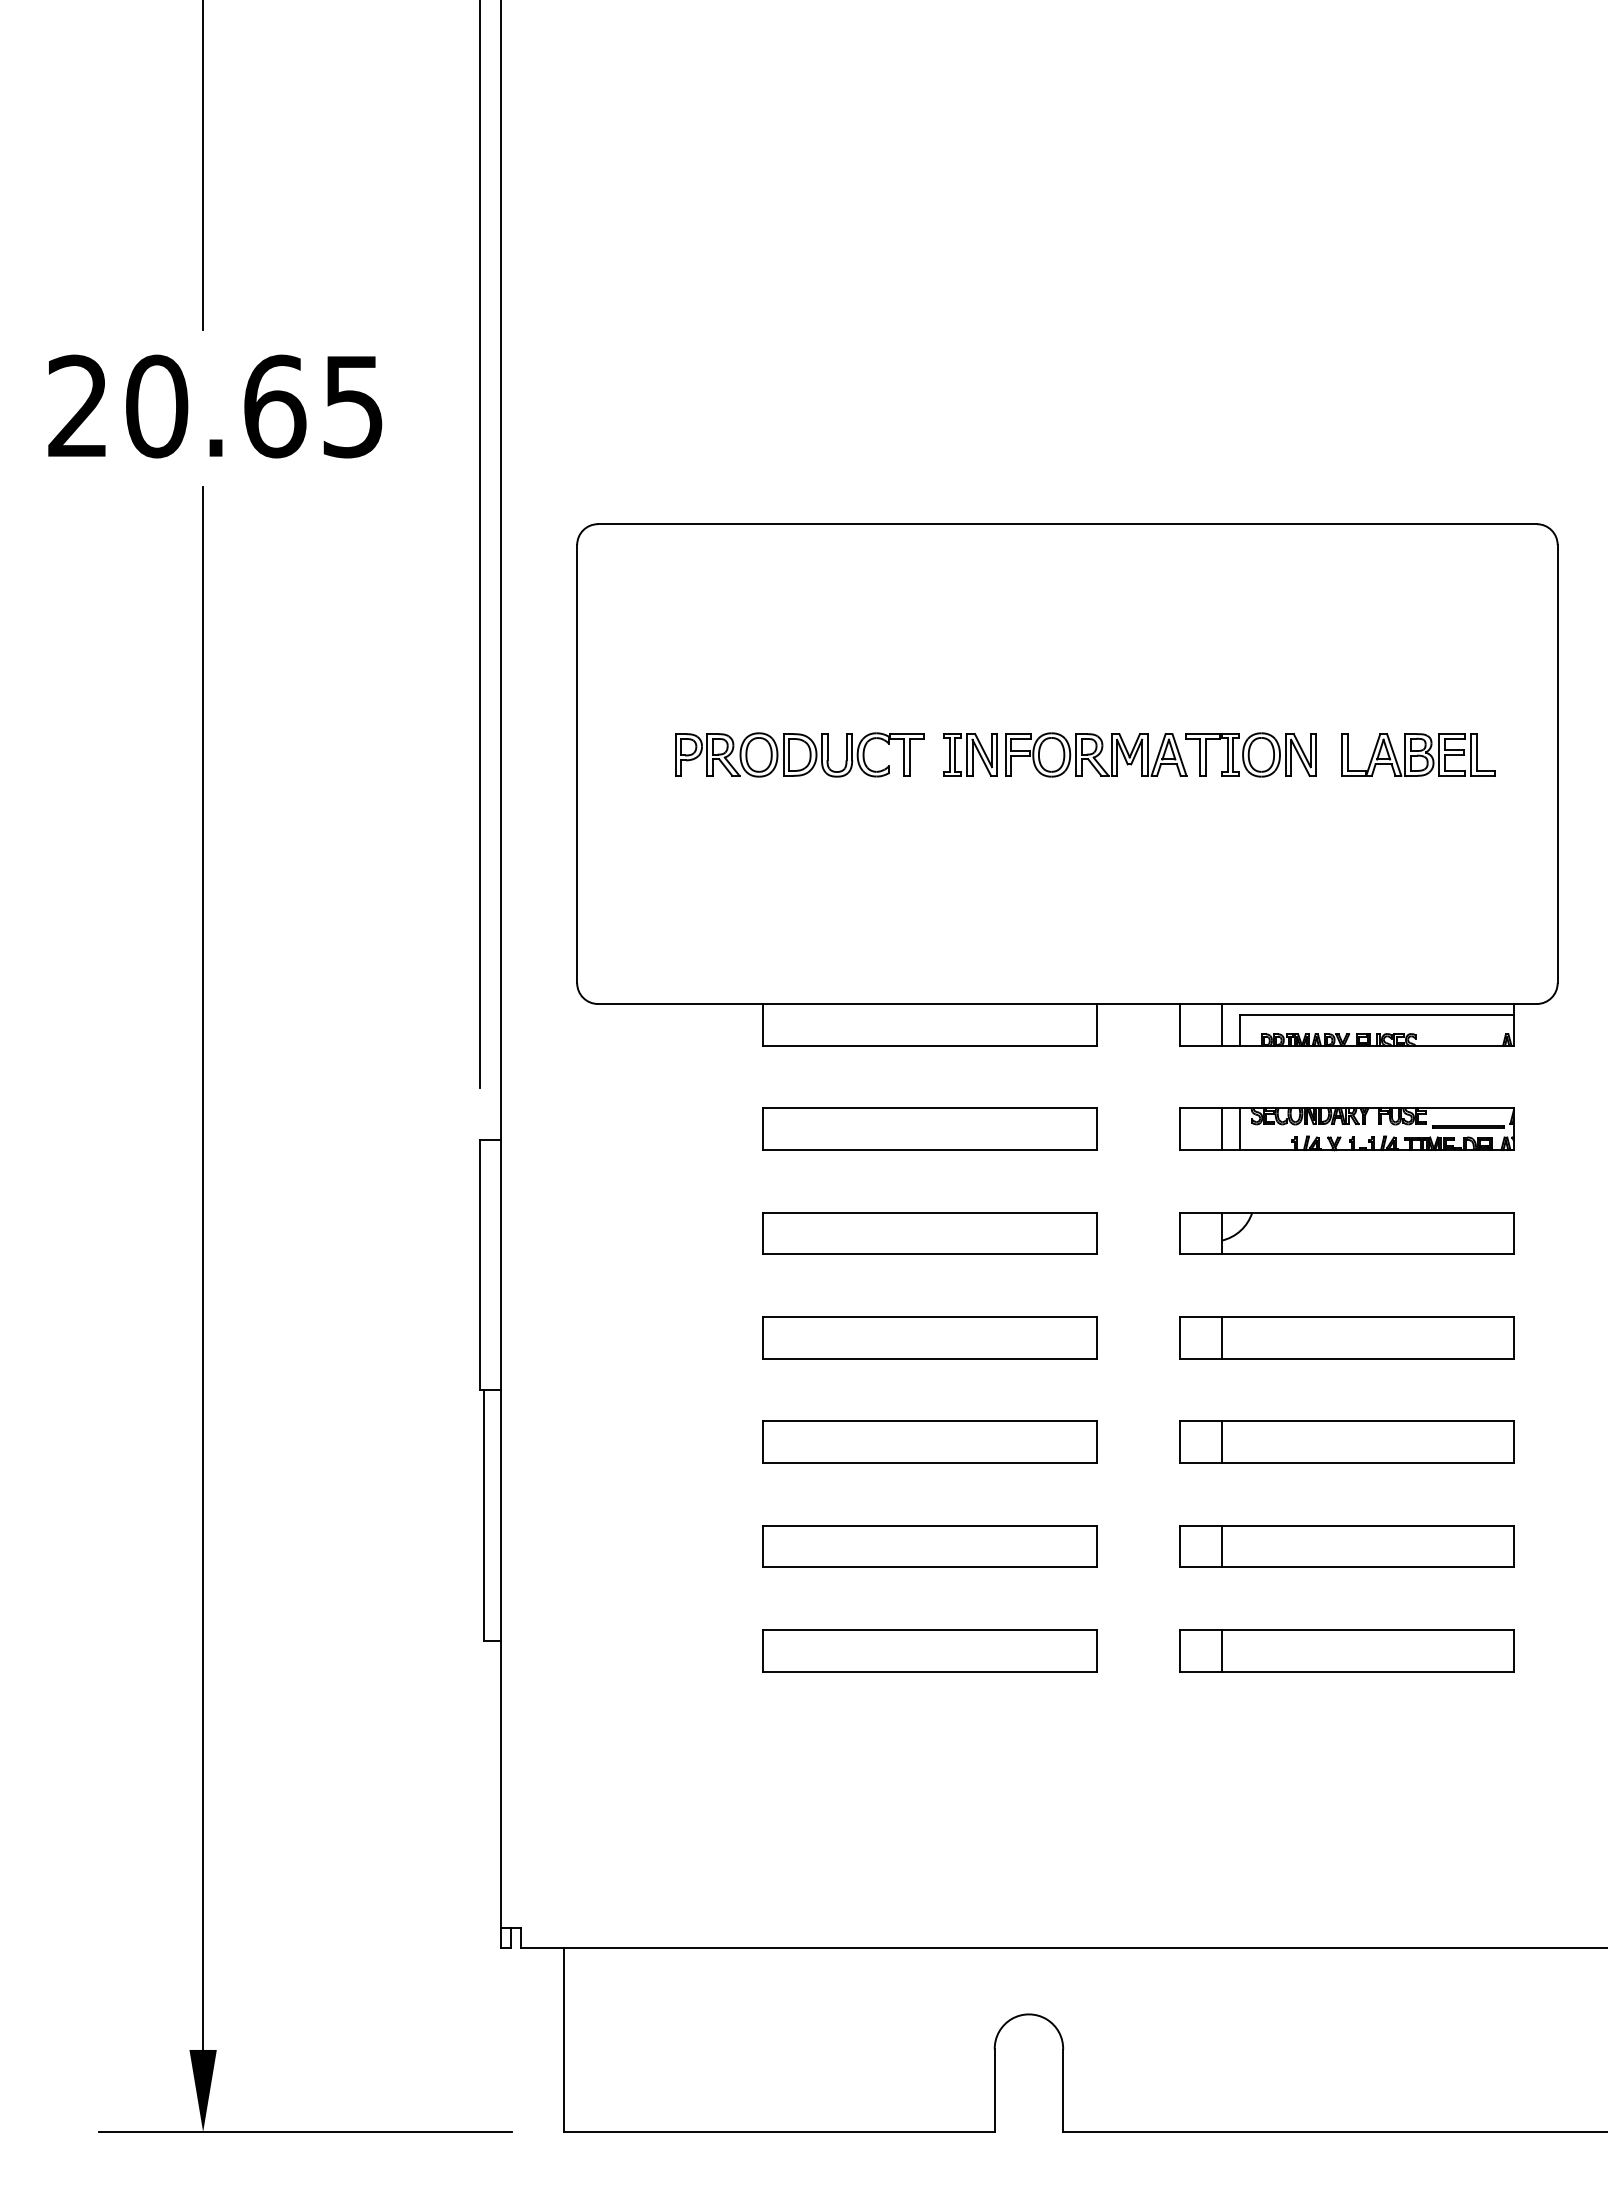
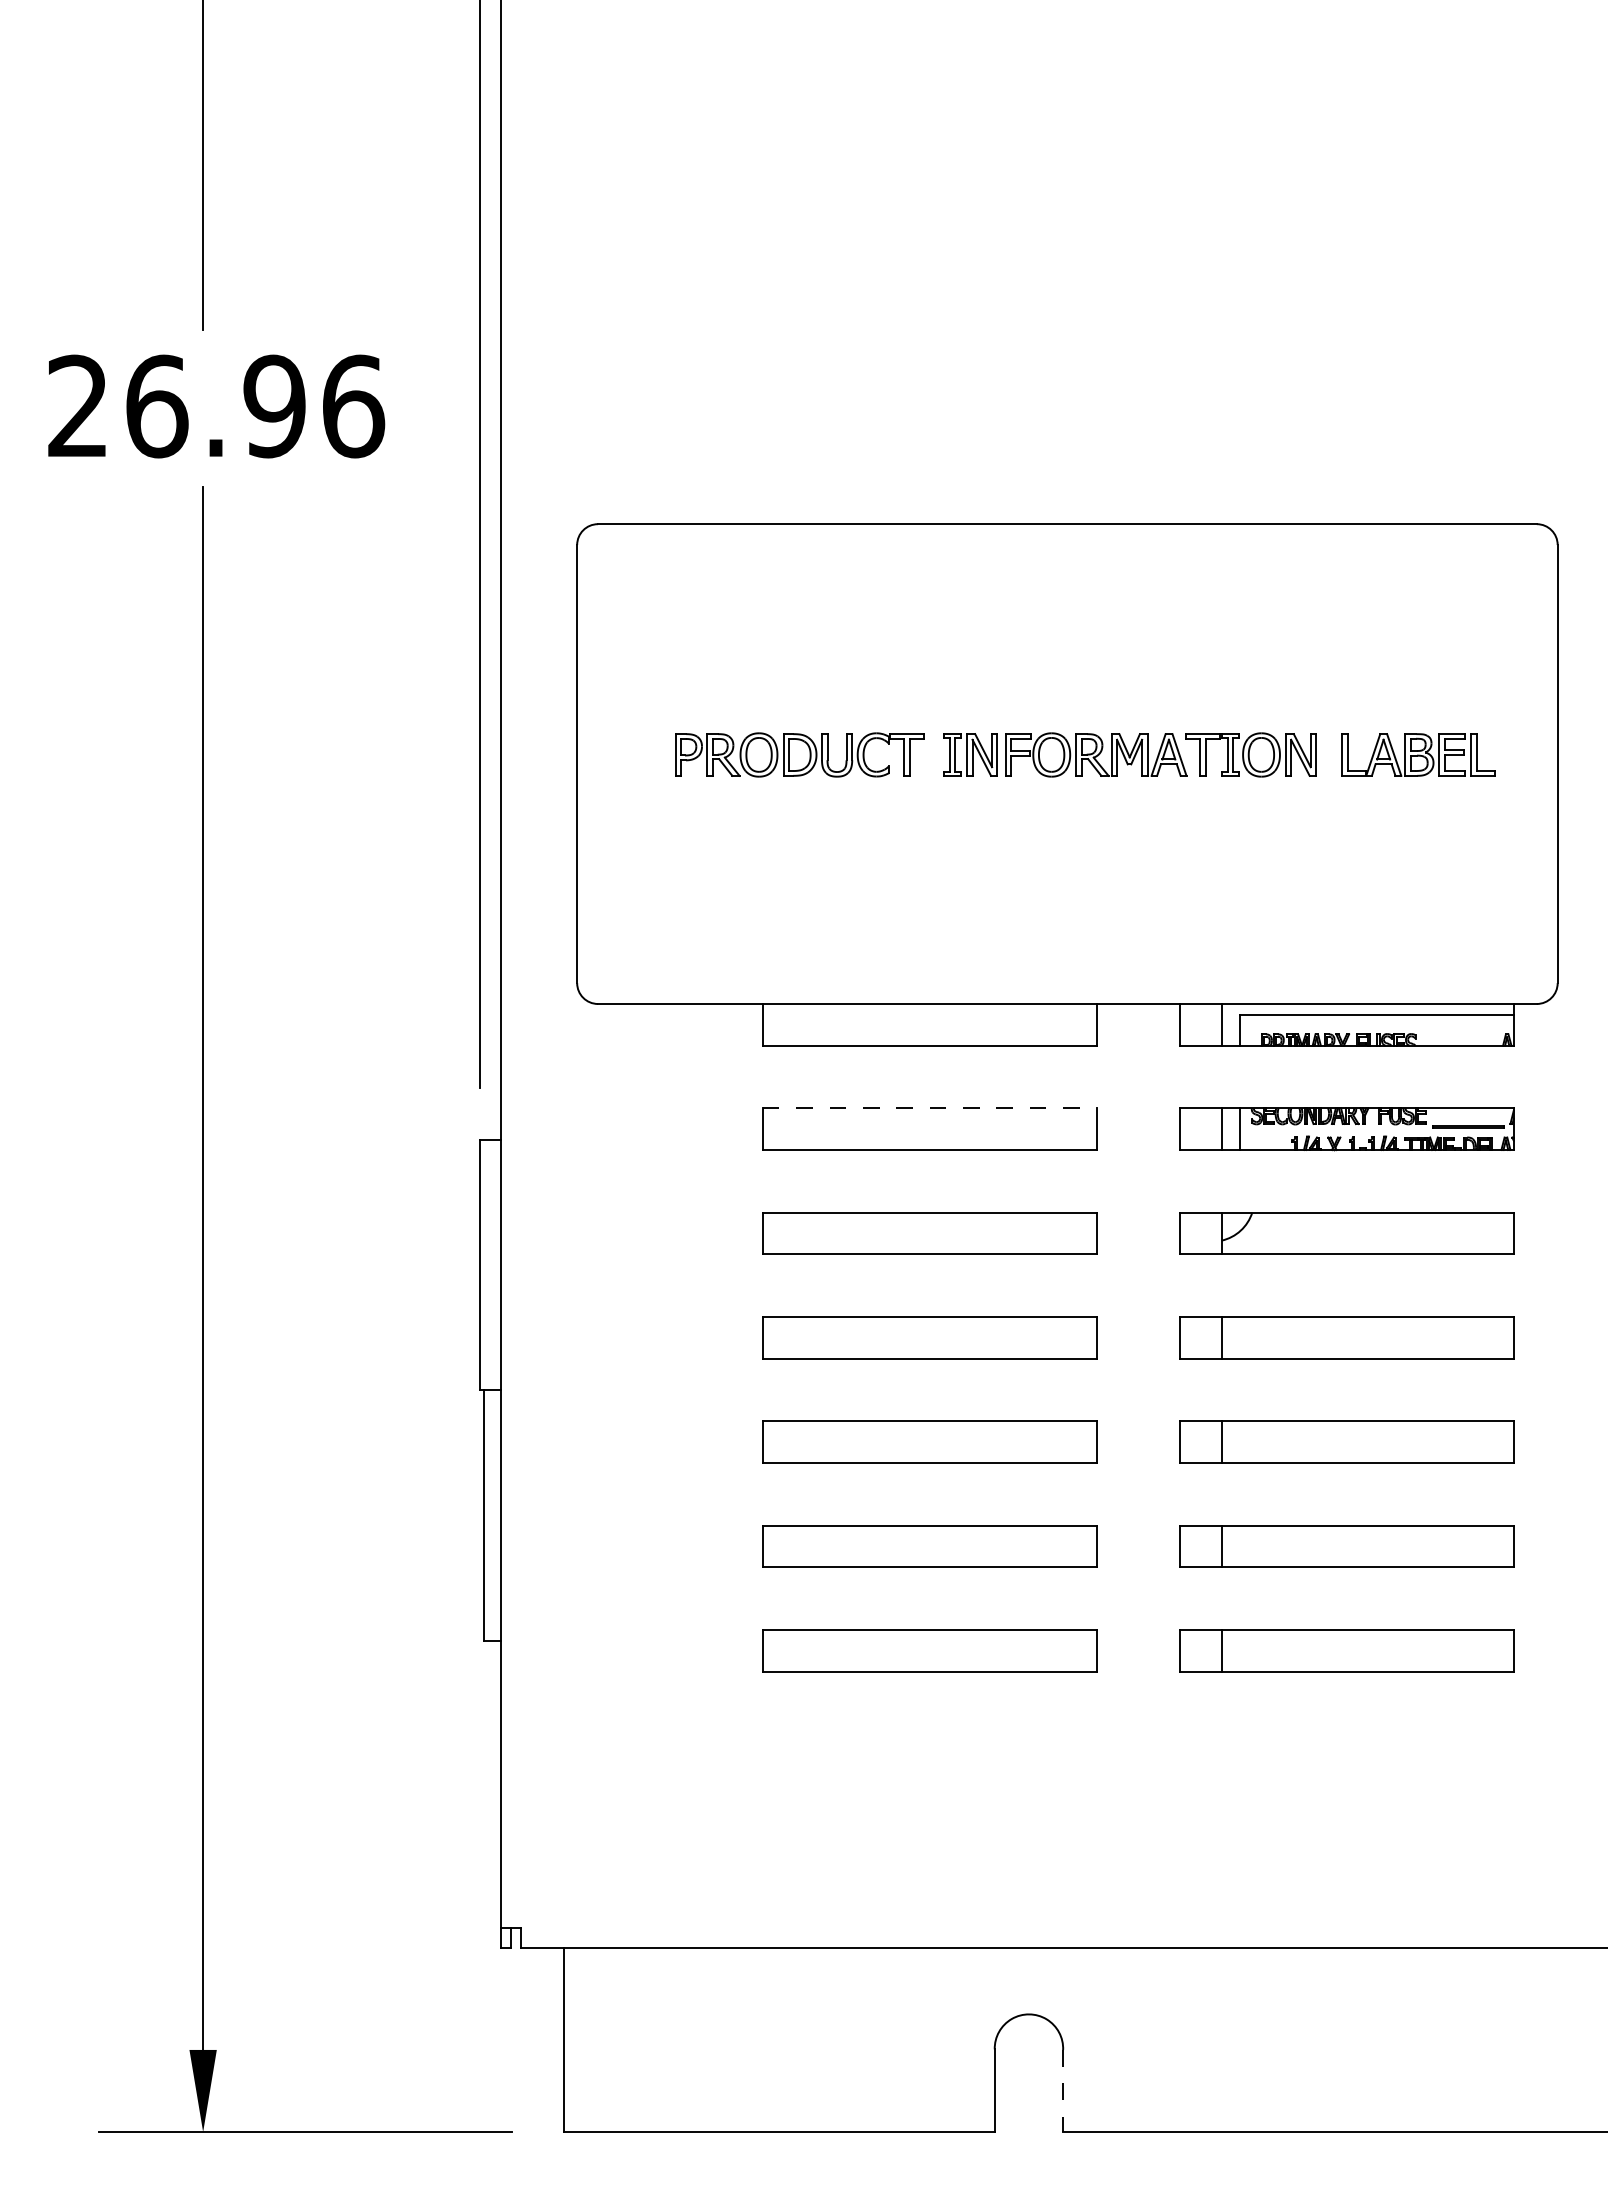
text at (255, 406): 20.65 -> 26.96
line at (929, 1108): solid -> dashed
line at (1063, 2091): solid -> dashed
